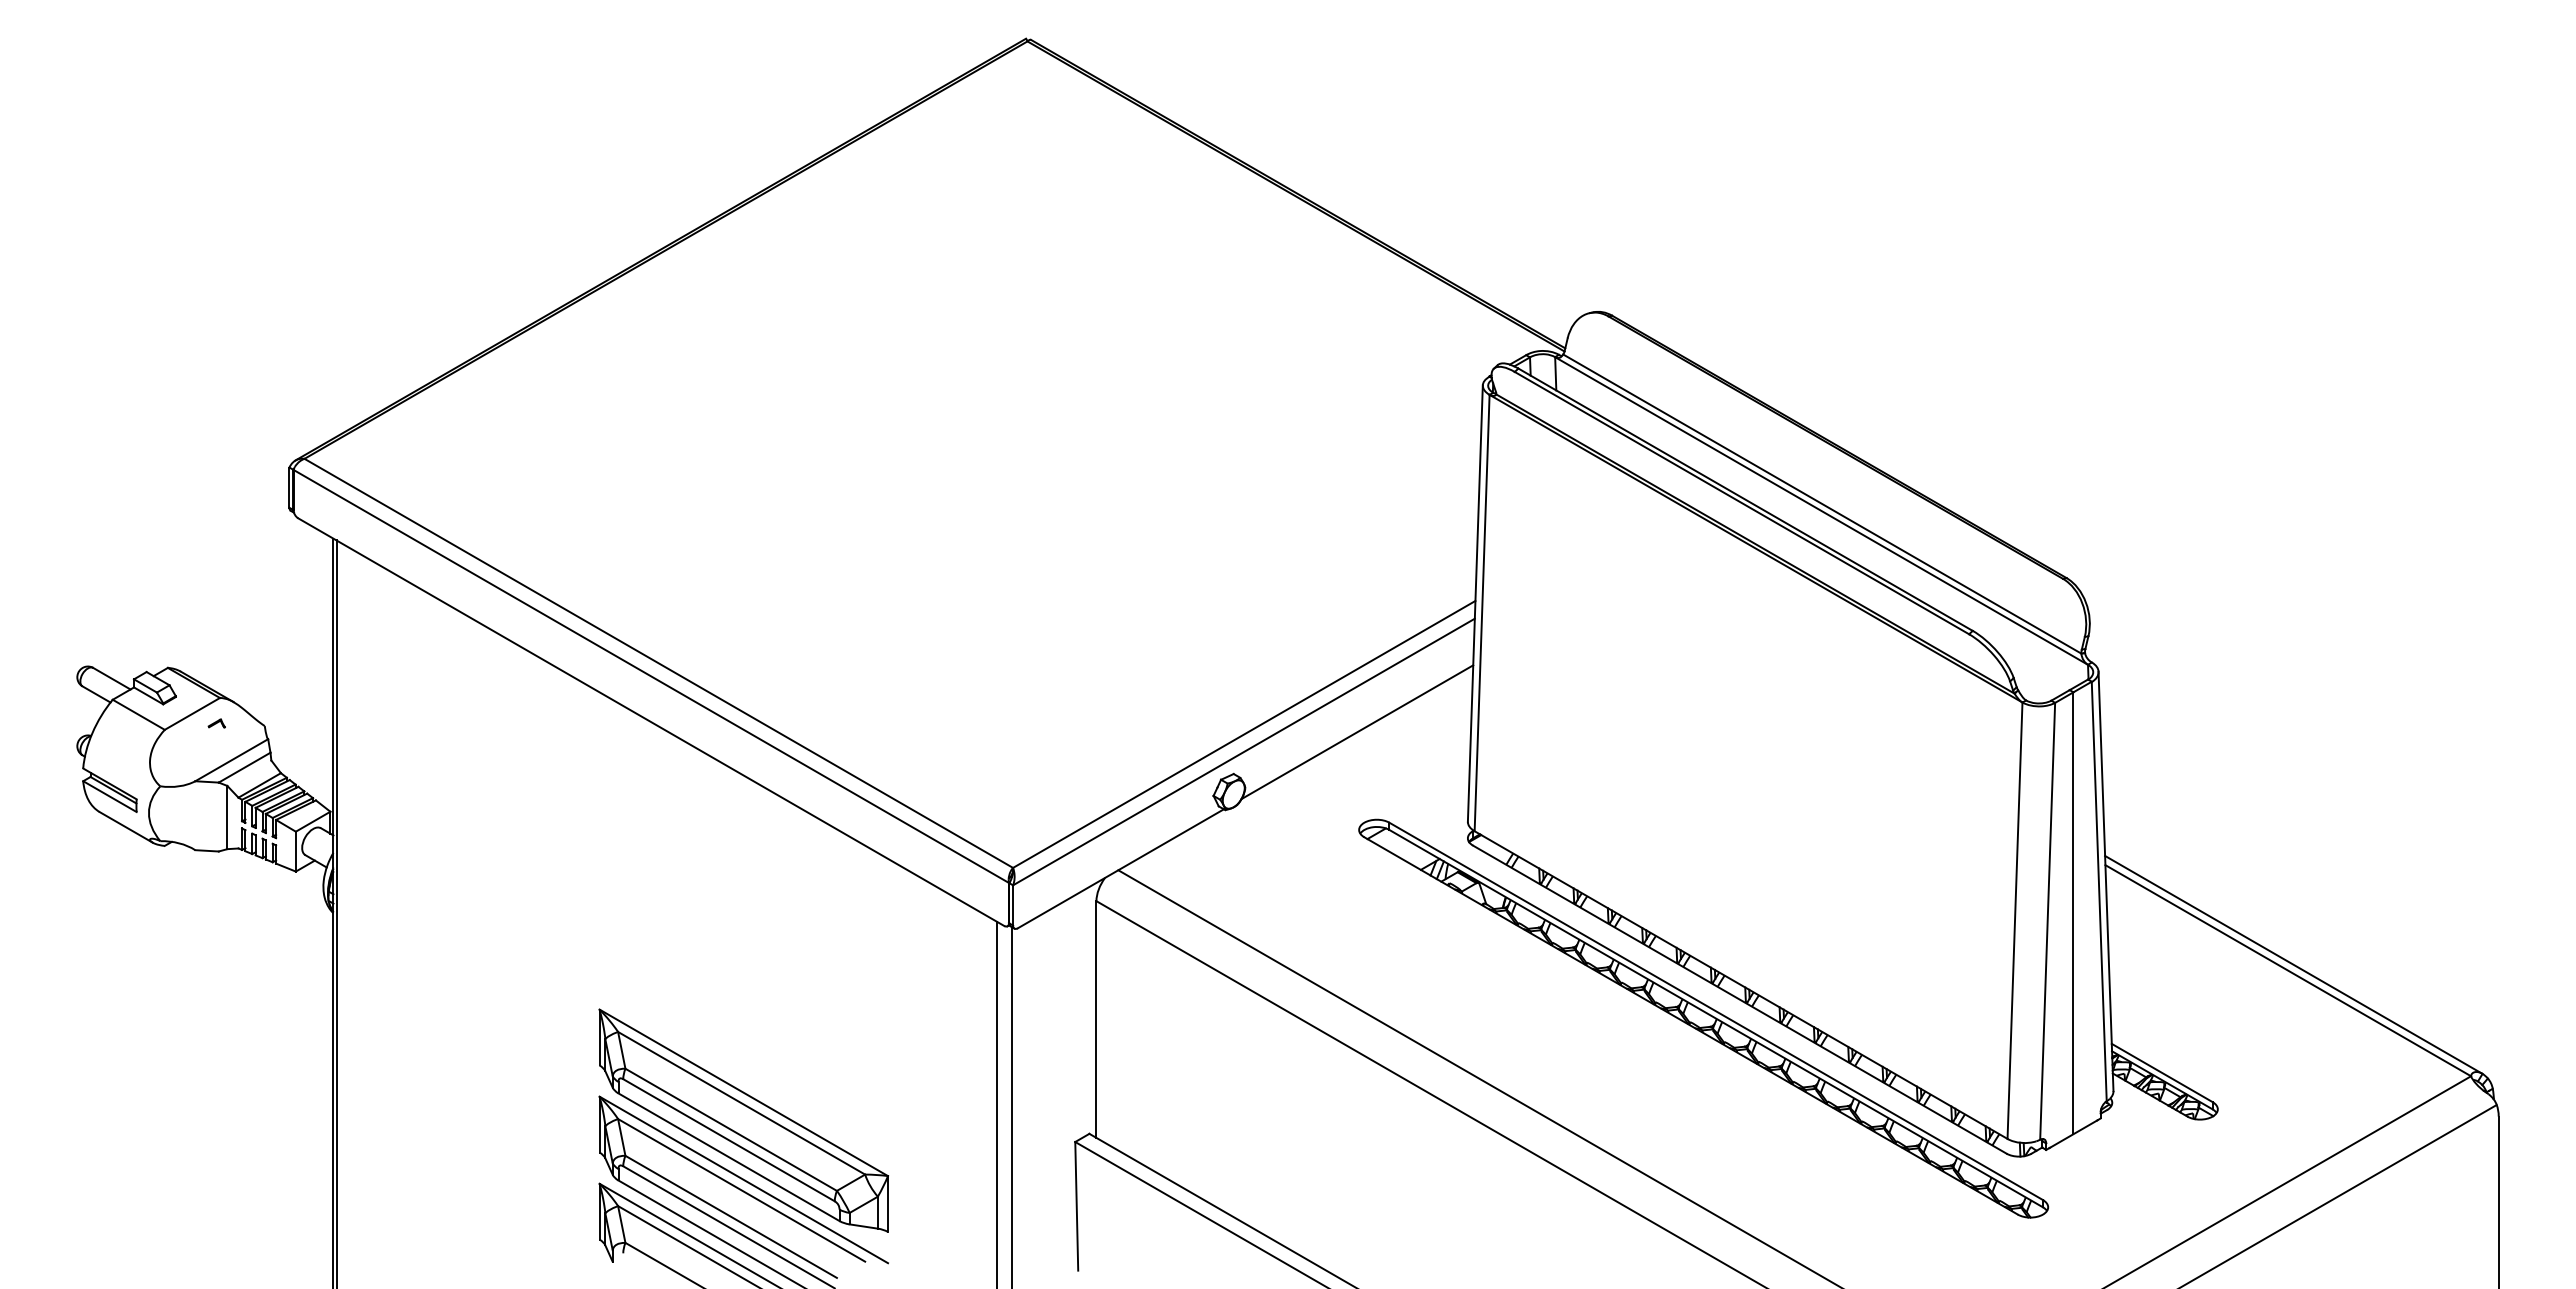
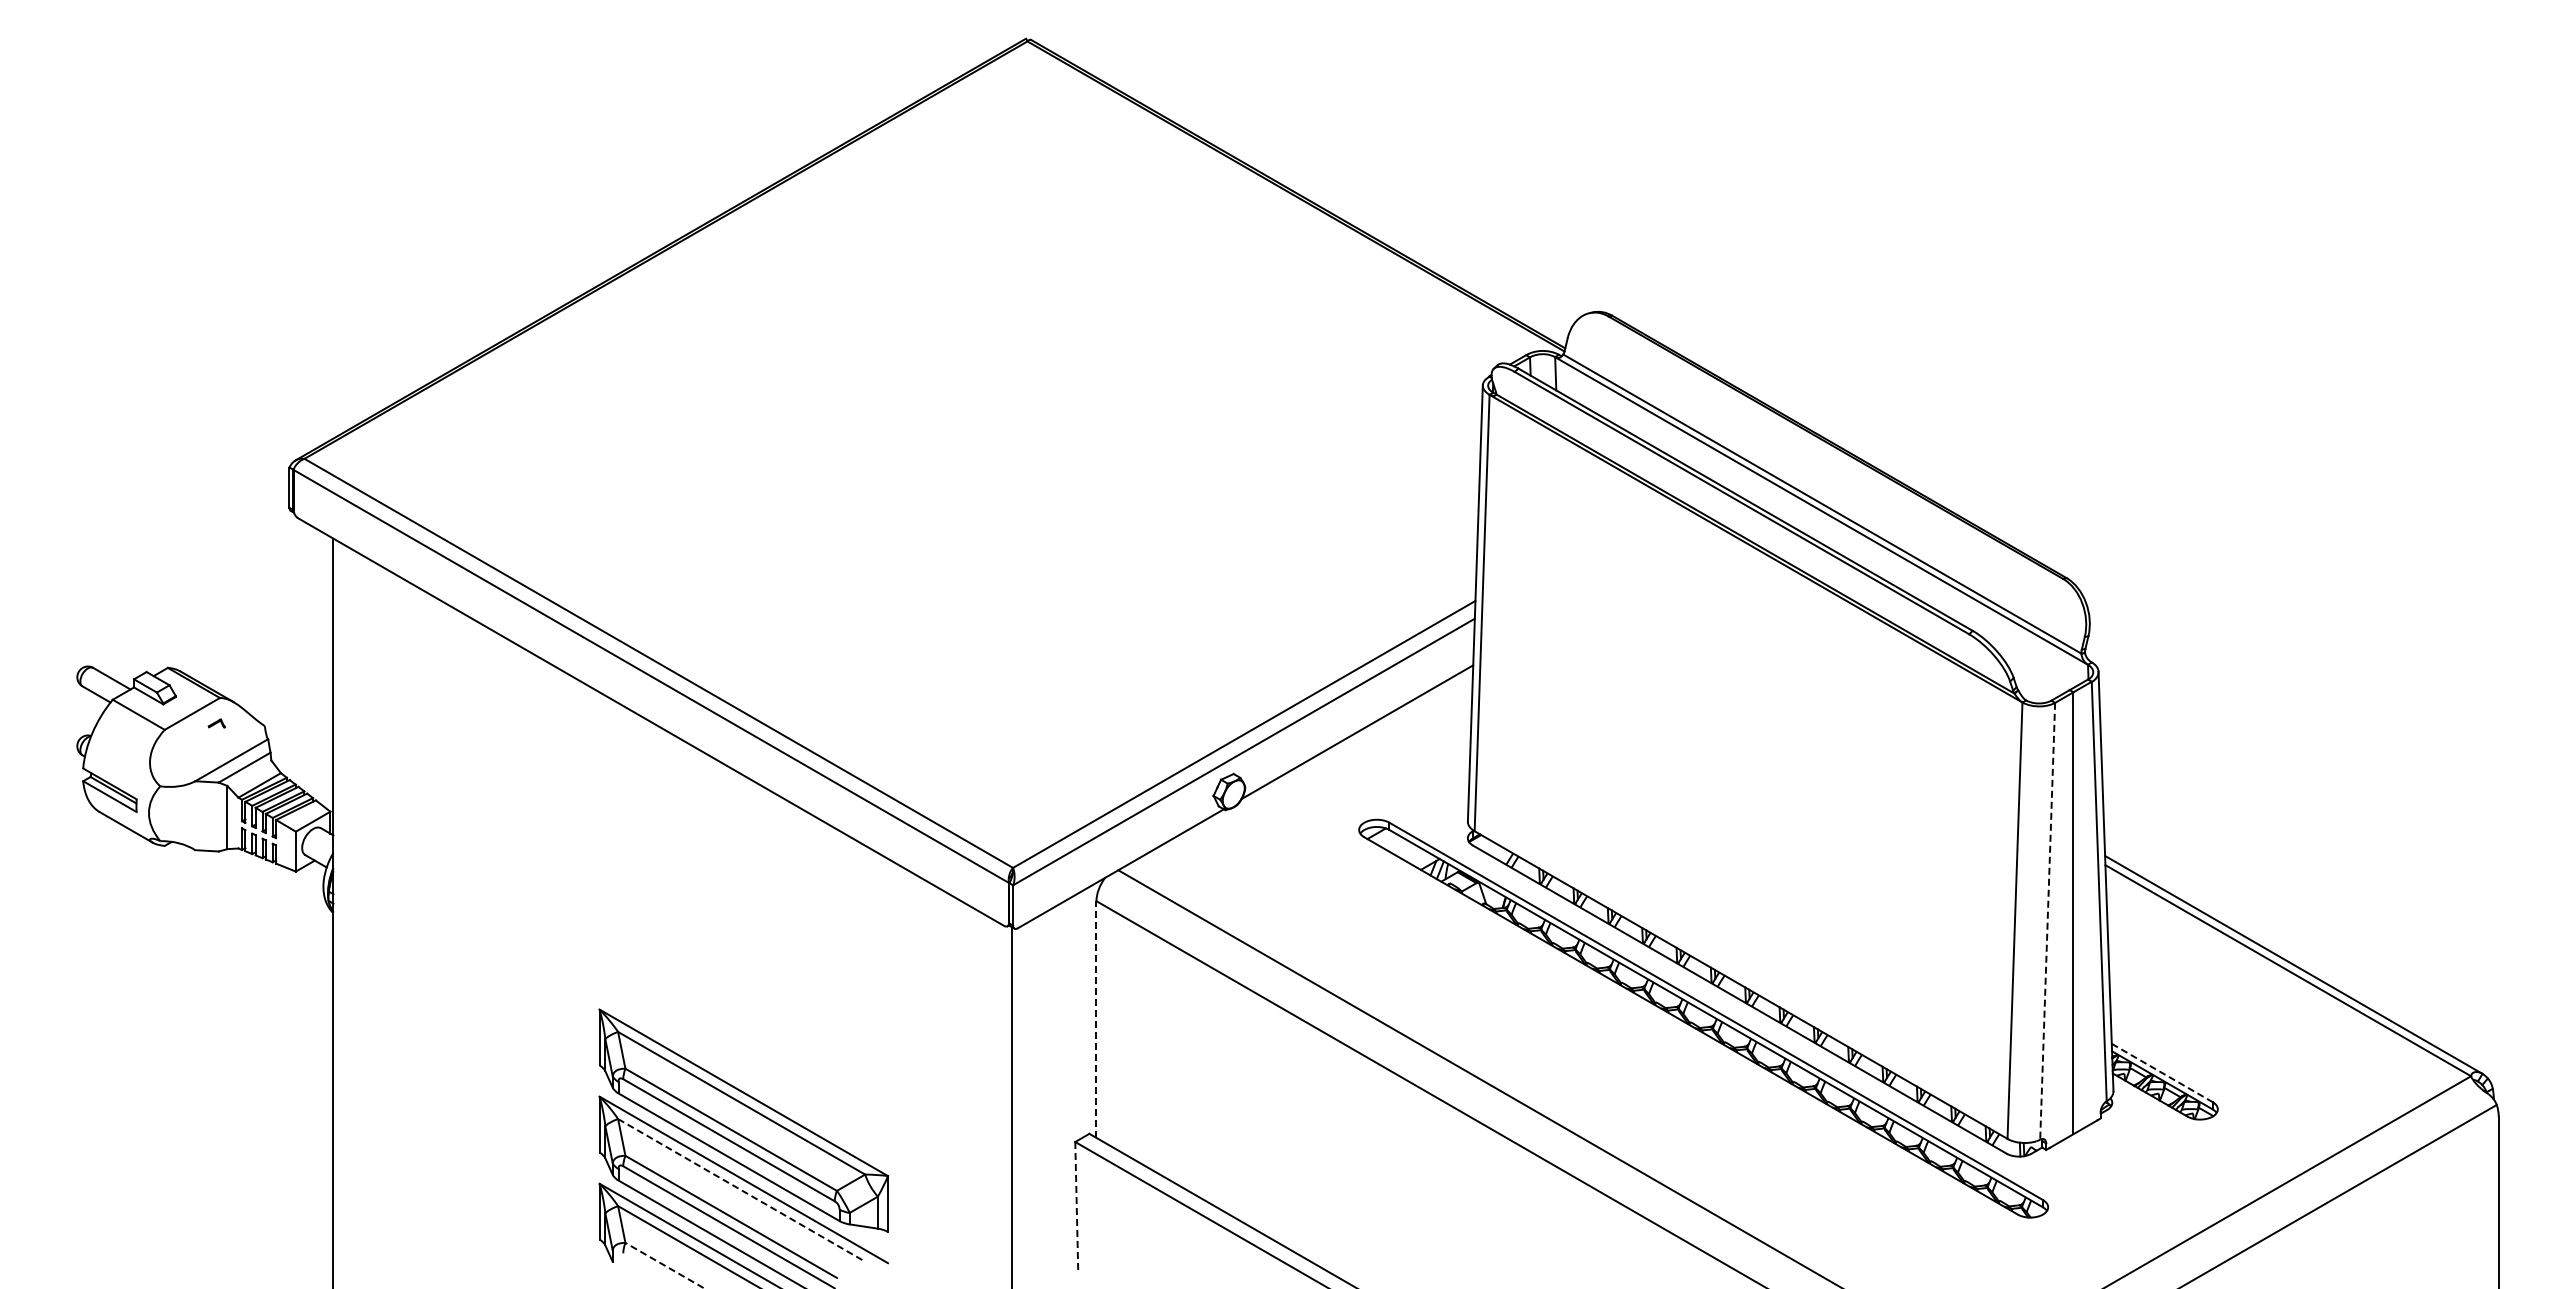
line at (336, 912): present -> none
line at (2047, 921): solid -> dashed
line at (1096, 1019): solid -> dashed
line at (2162, 1073): solid -> dashed
line at (997, 1103): present -> none
line at (741, 1190): solid -> dashed
line at (1076, 1206): solid -> dashed
line at (665, 1265): solid -> dashed
